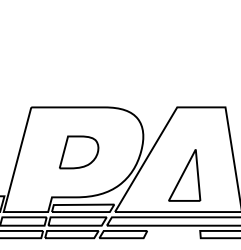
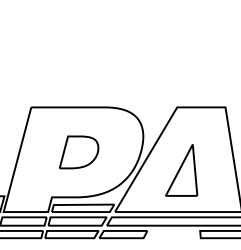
part at (184, 175) position: (184, 175) -> (181, 170)
